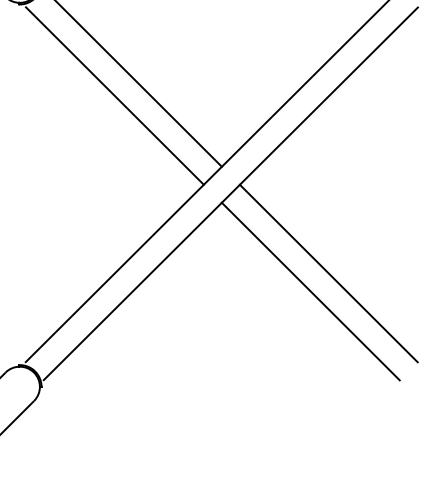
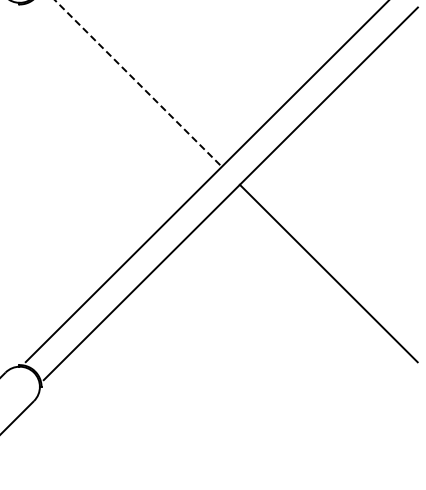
line at (138, 83): solid -> dashed
line at (114, 95): present -> none
line at (310, 291): present -> none
